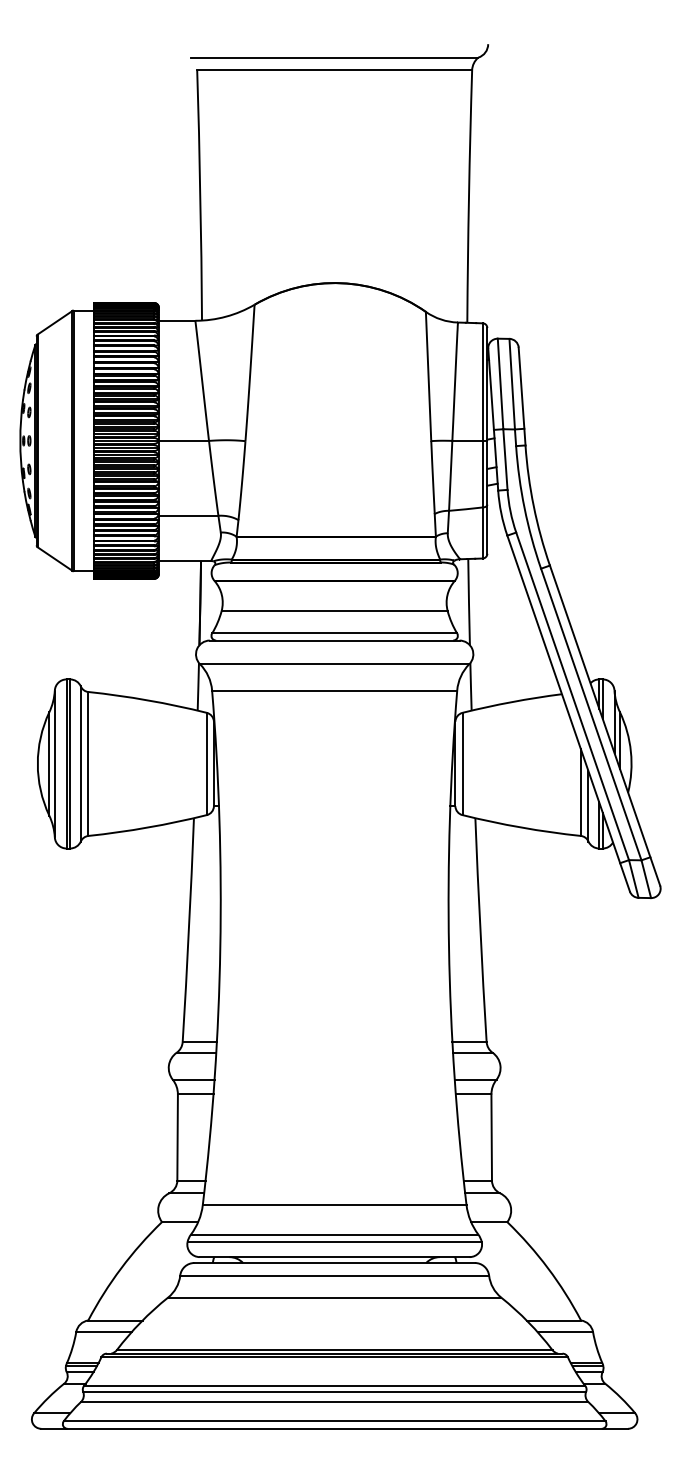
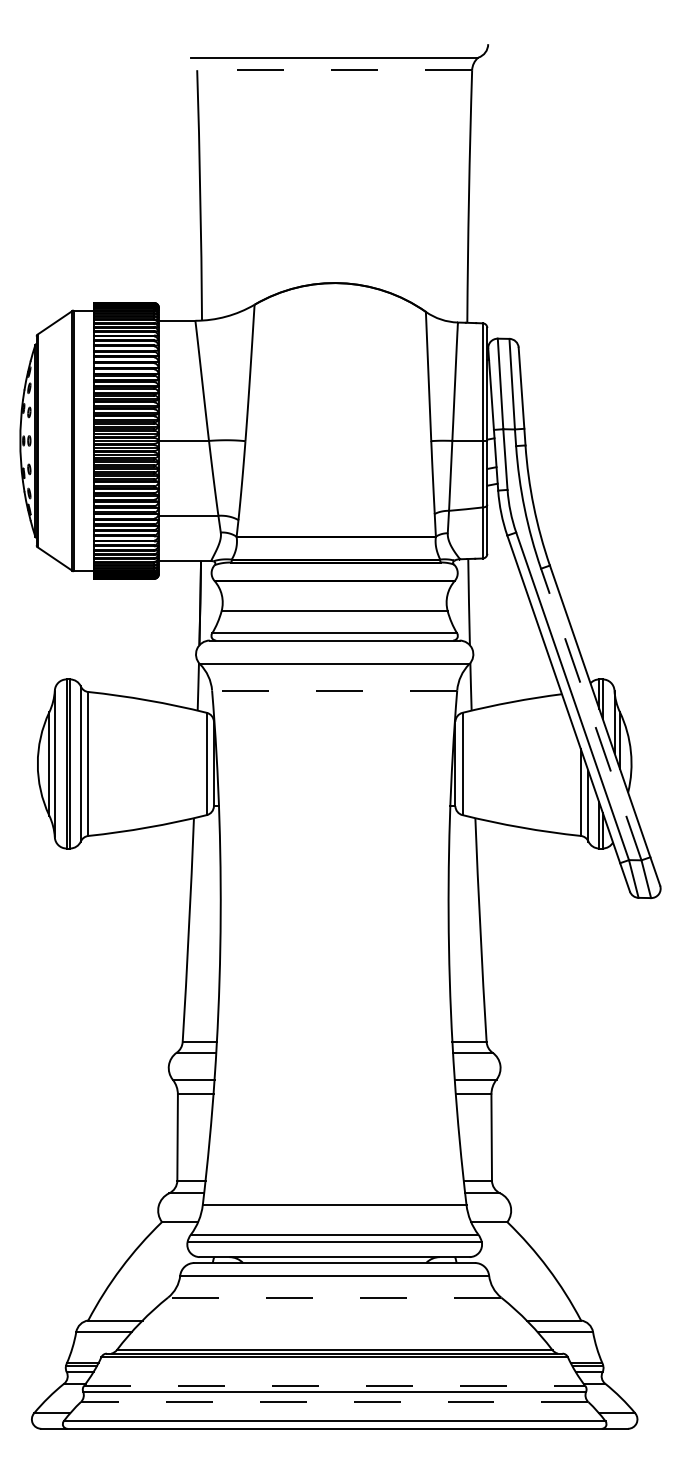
line at (334, 70): solid -> dashed
line at (334, 690): solid -> dashed
line at (591, 714): solid -> dashed
line at (334, 1297): solid -> dashed
line at (334, 1385): solid -> dashed
line at (334, 1402): solid -> dashed
